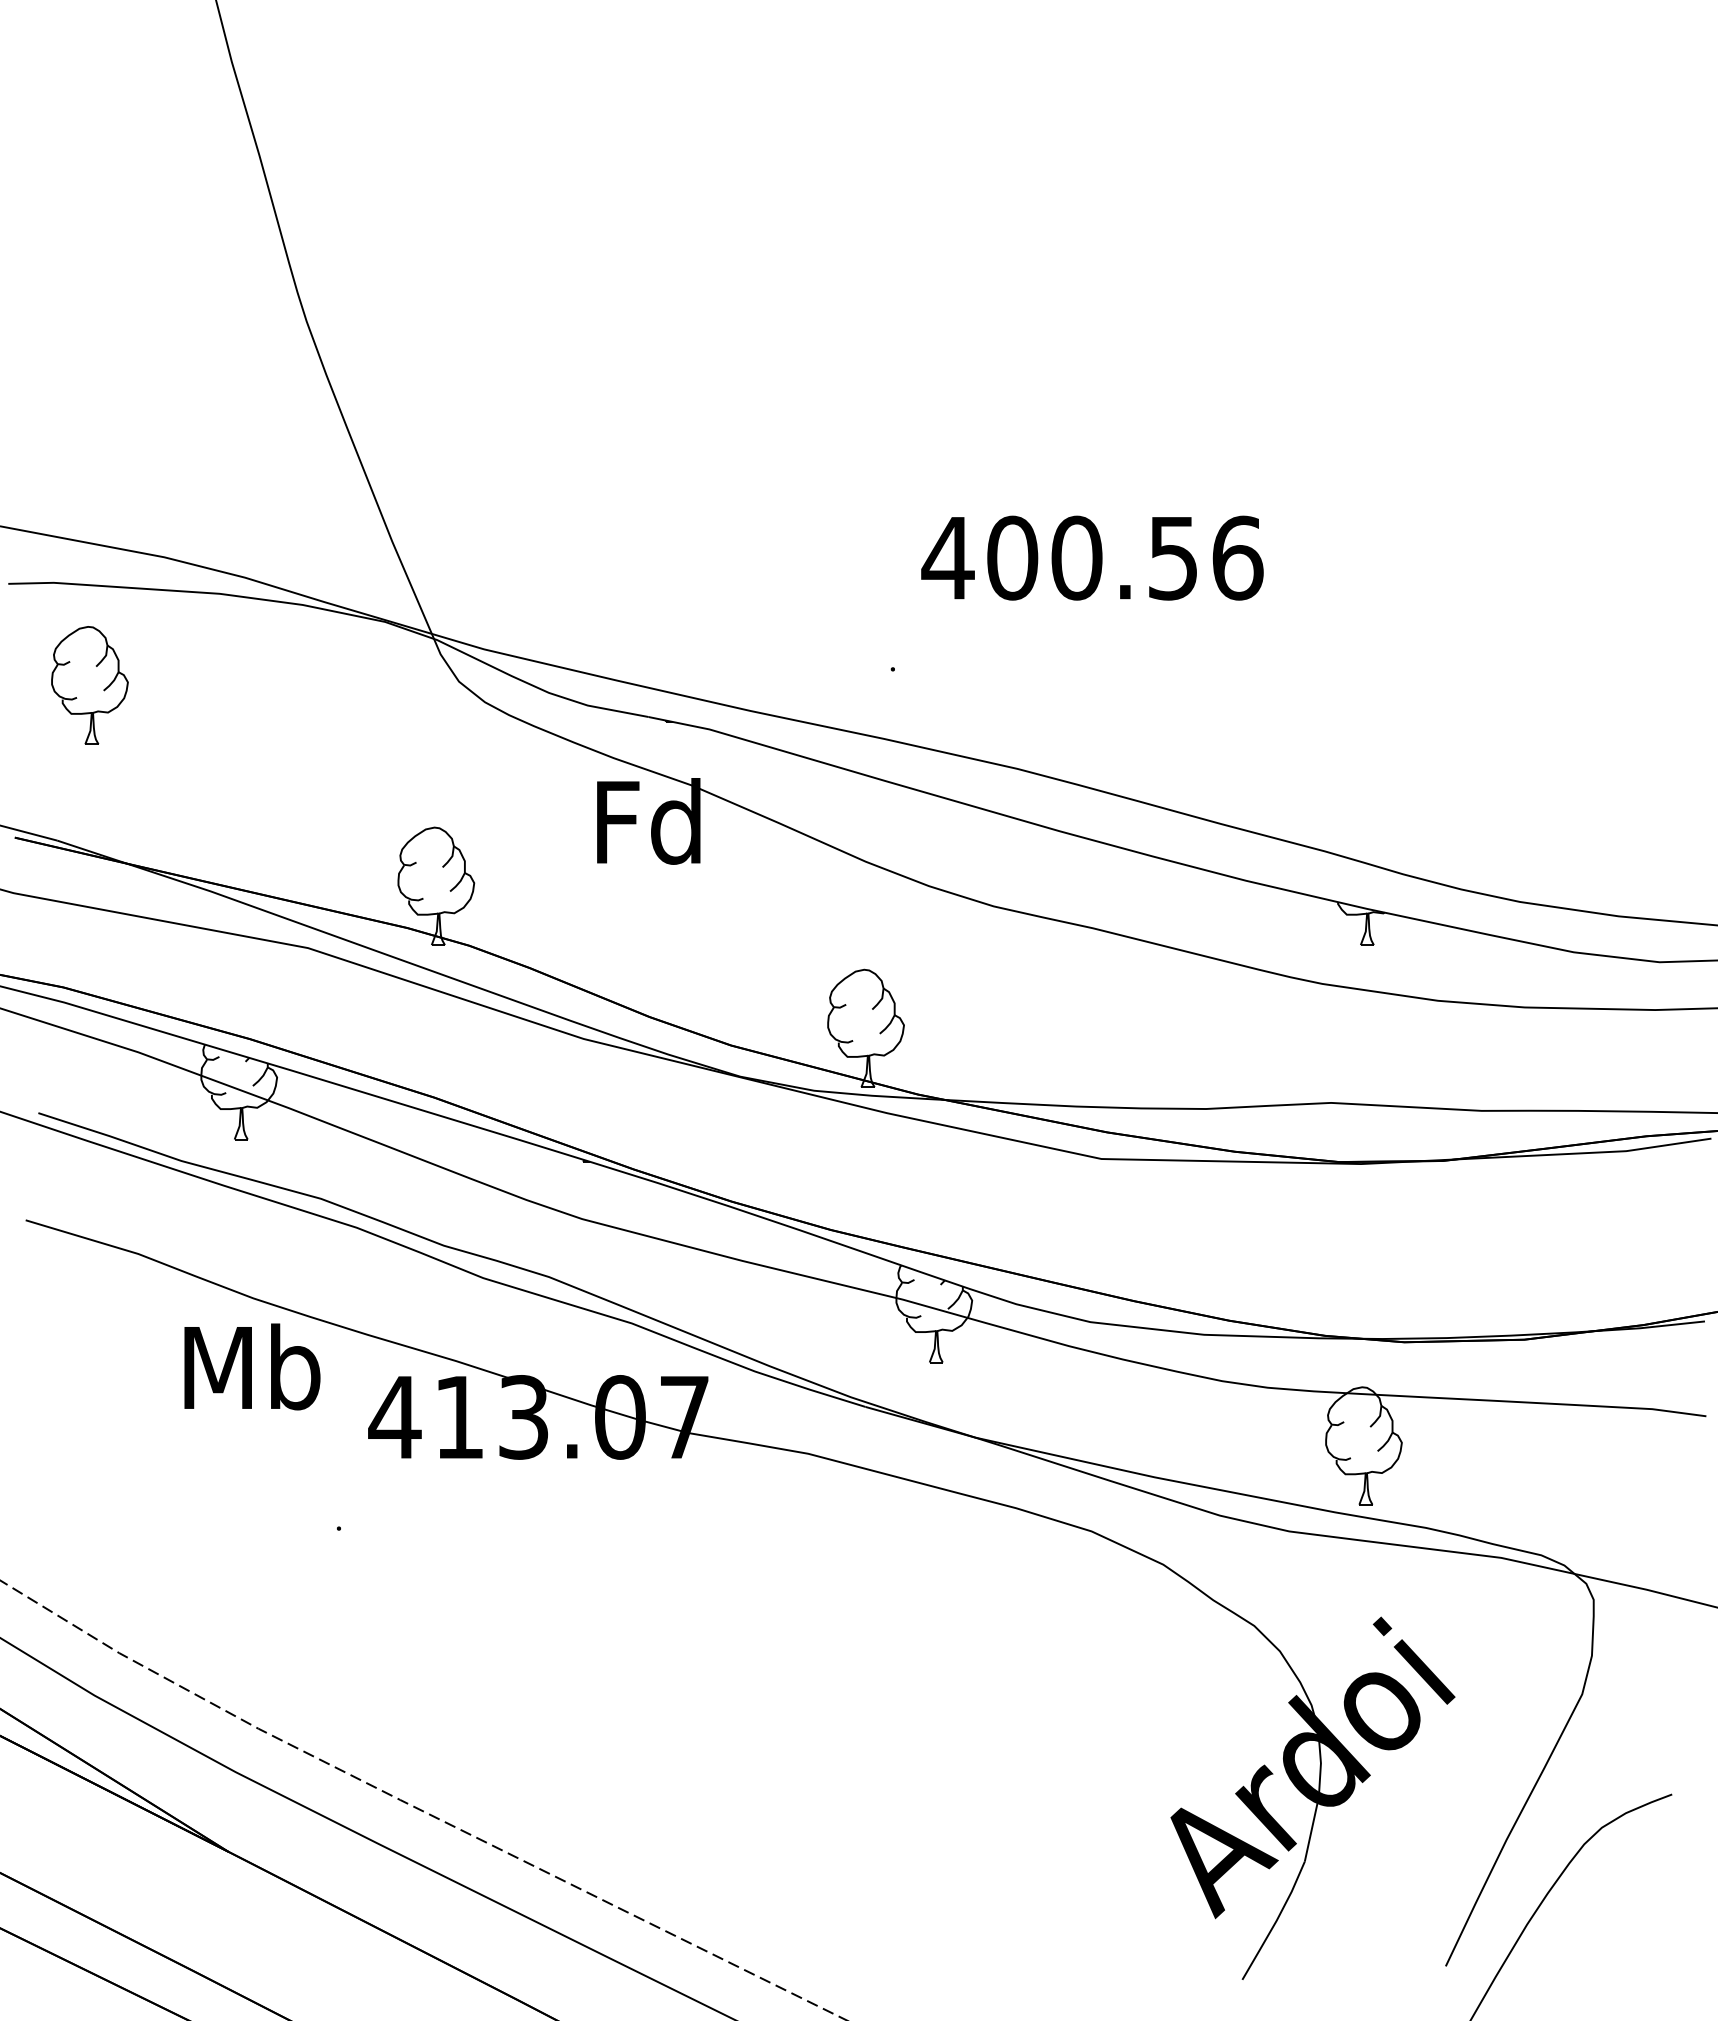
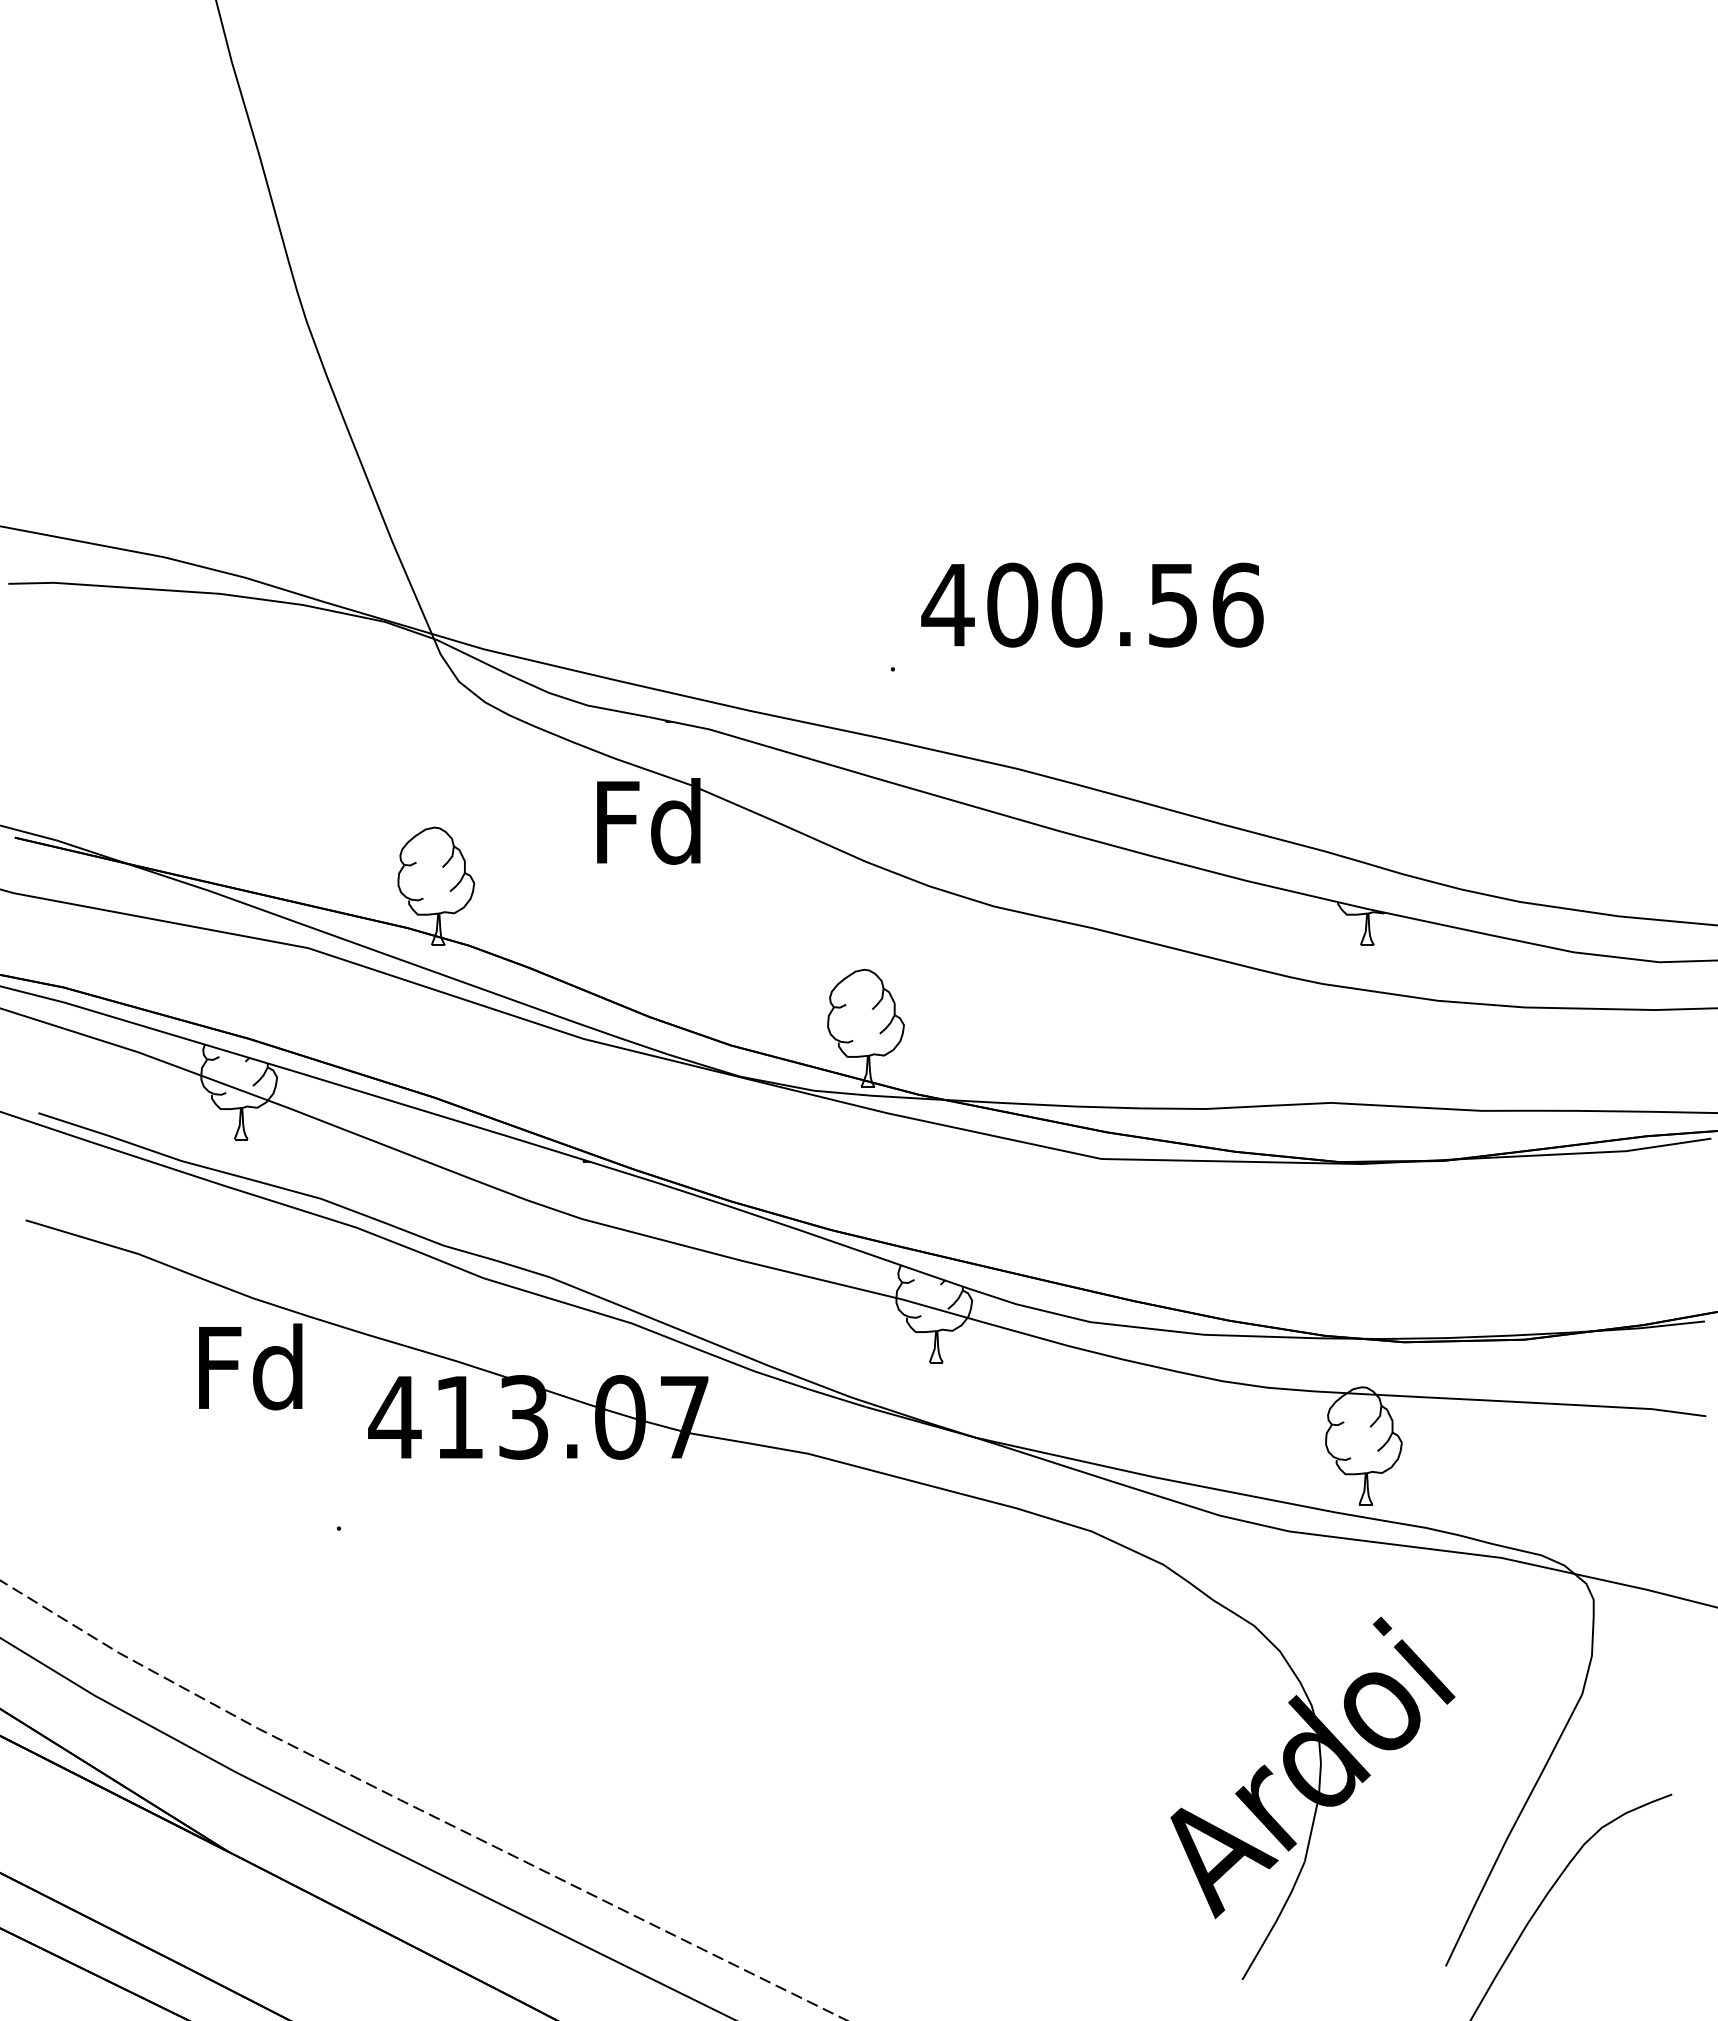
text at (1092, 557) position: (1092, 557) -> (1092, 604)
part at (89, 685): present -> none
text at (252, 1366): Mb -> Fd
